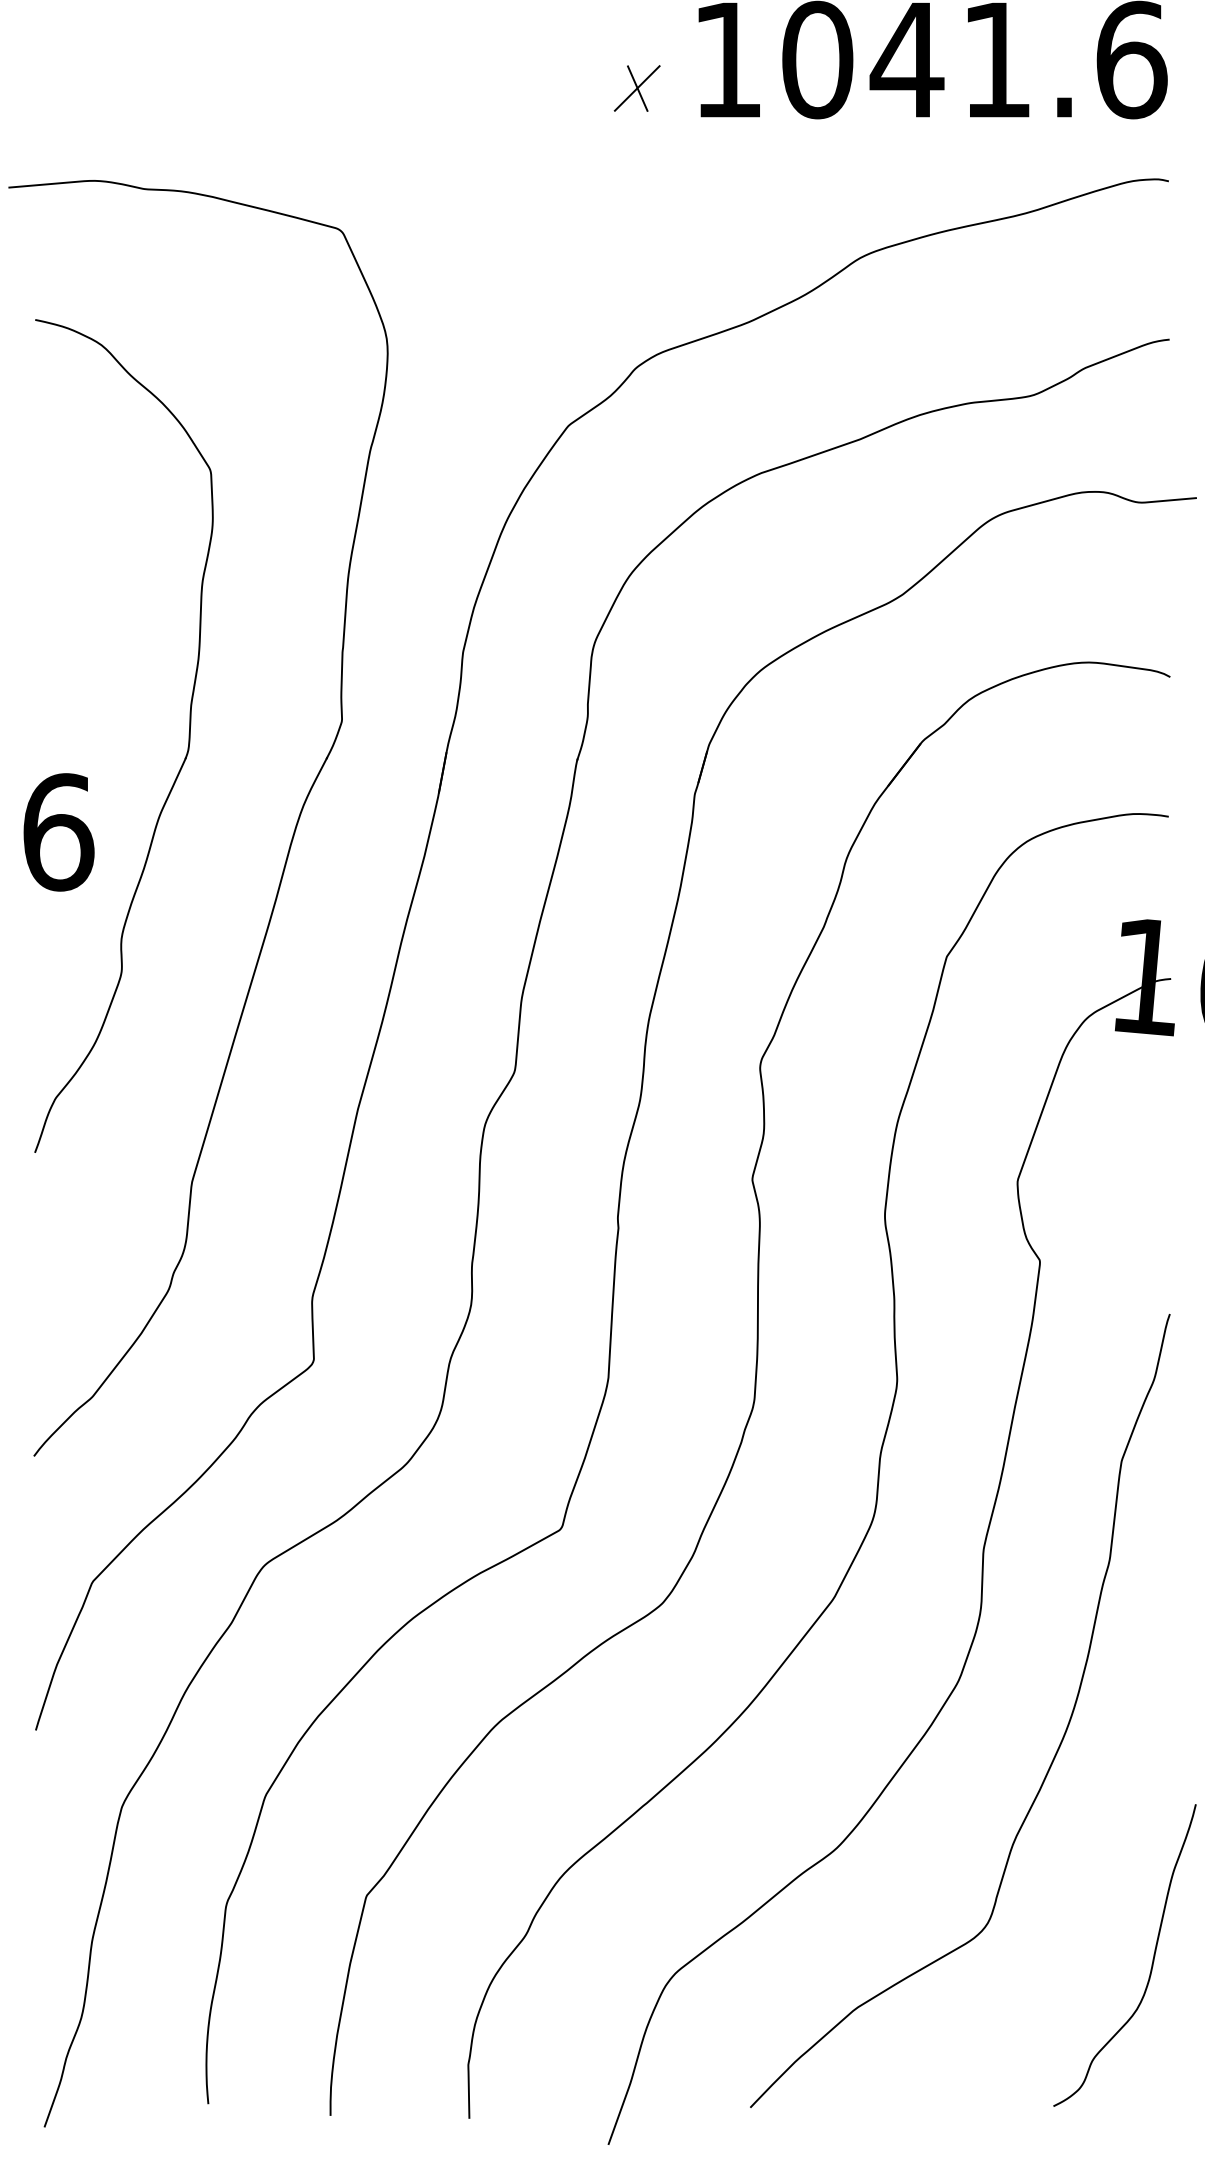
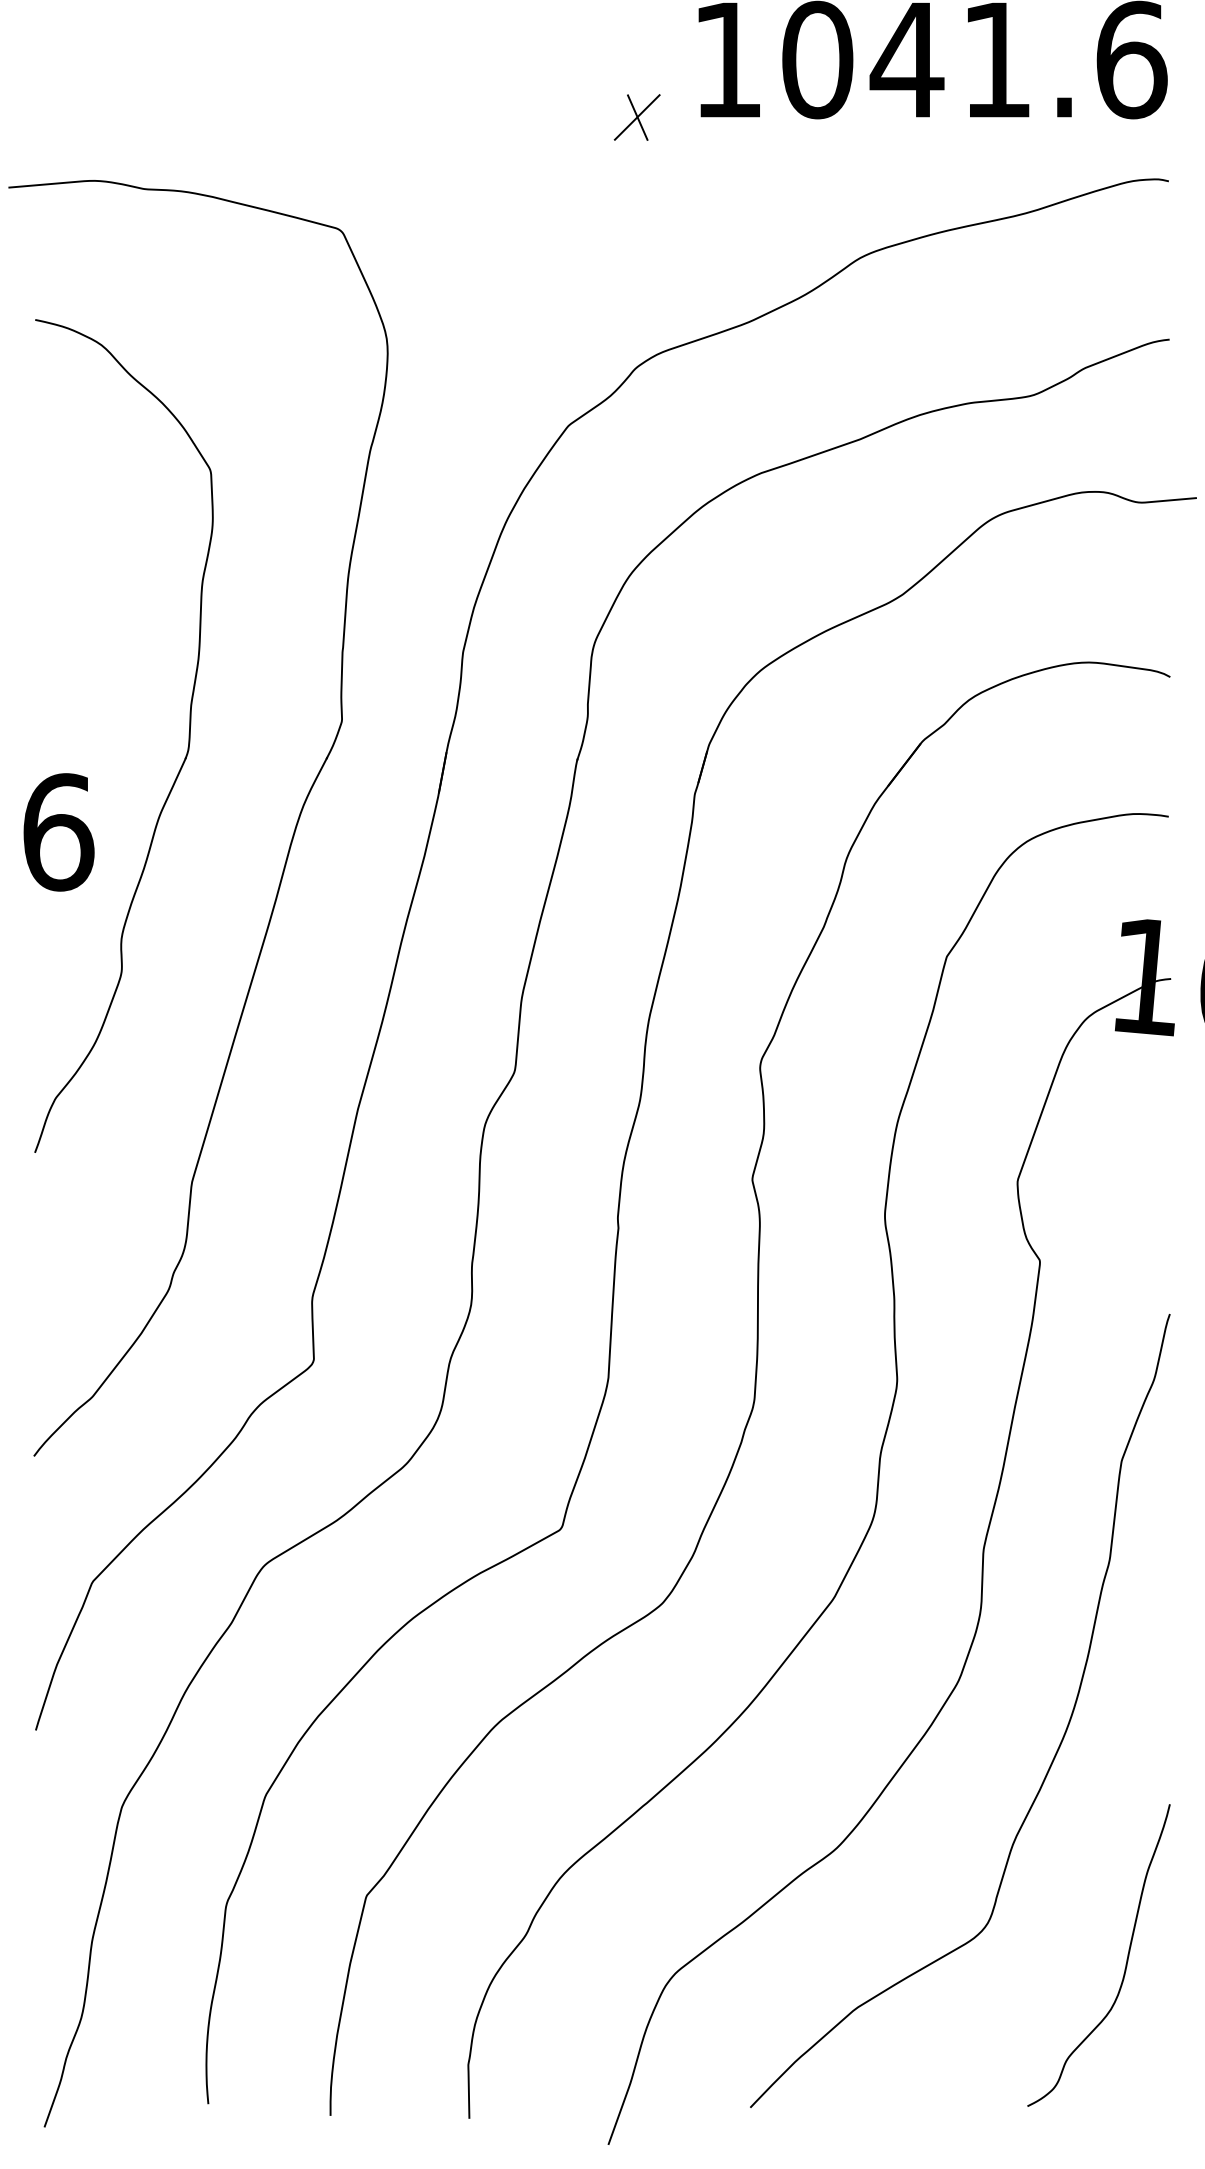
part at (636, 88) position: (636, 88) -> (636, 117)
curve at (1152, 1959) position: (1152, 1959) -> (1126, 1959)
